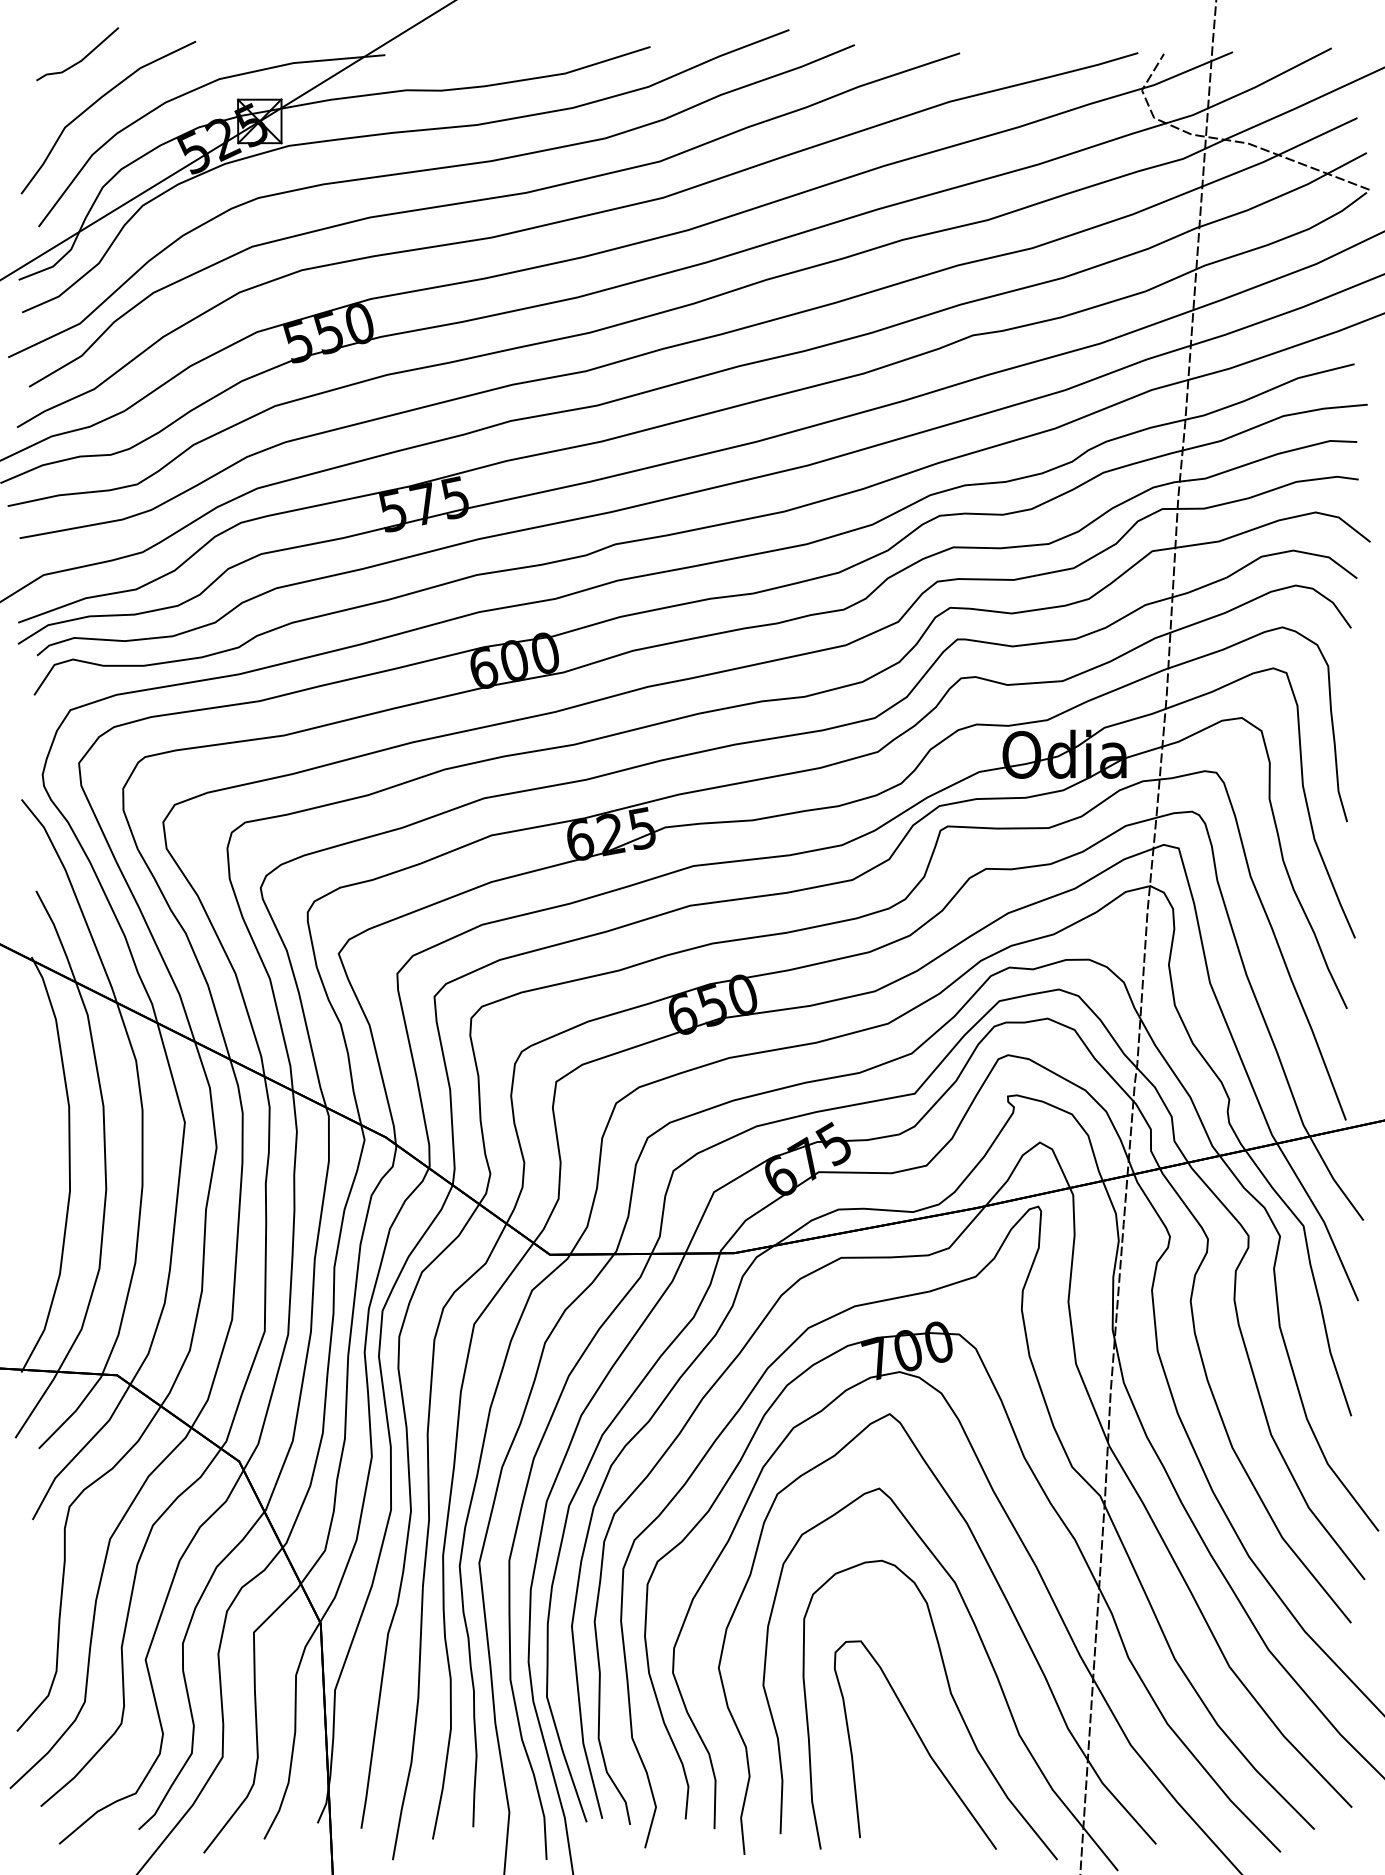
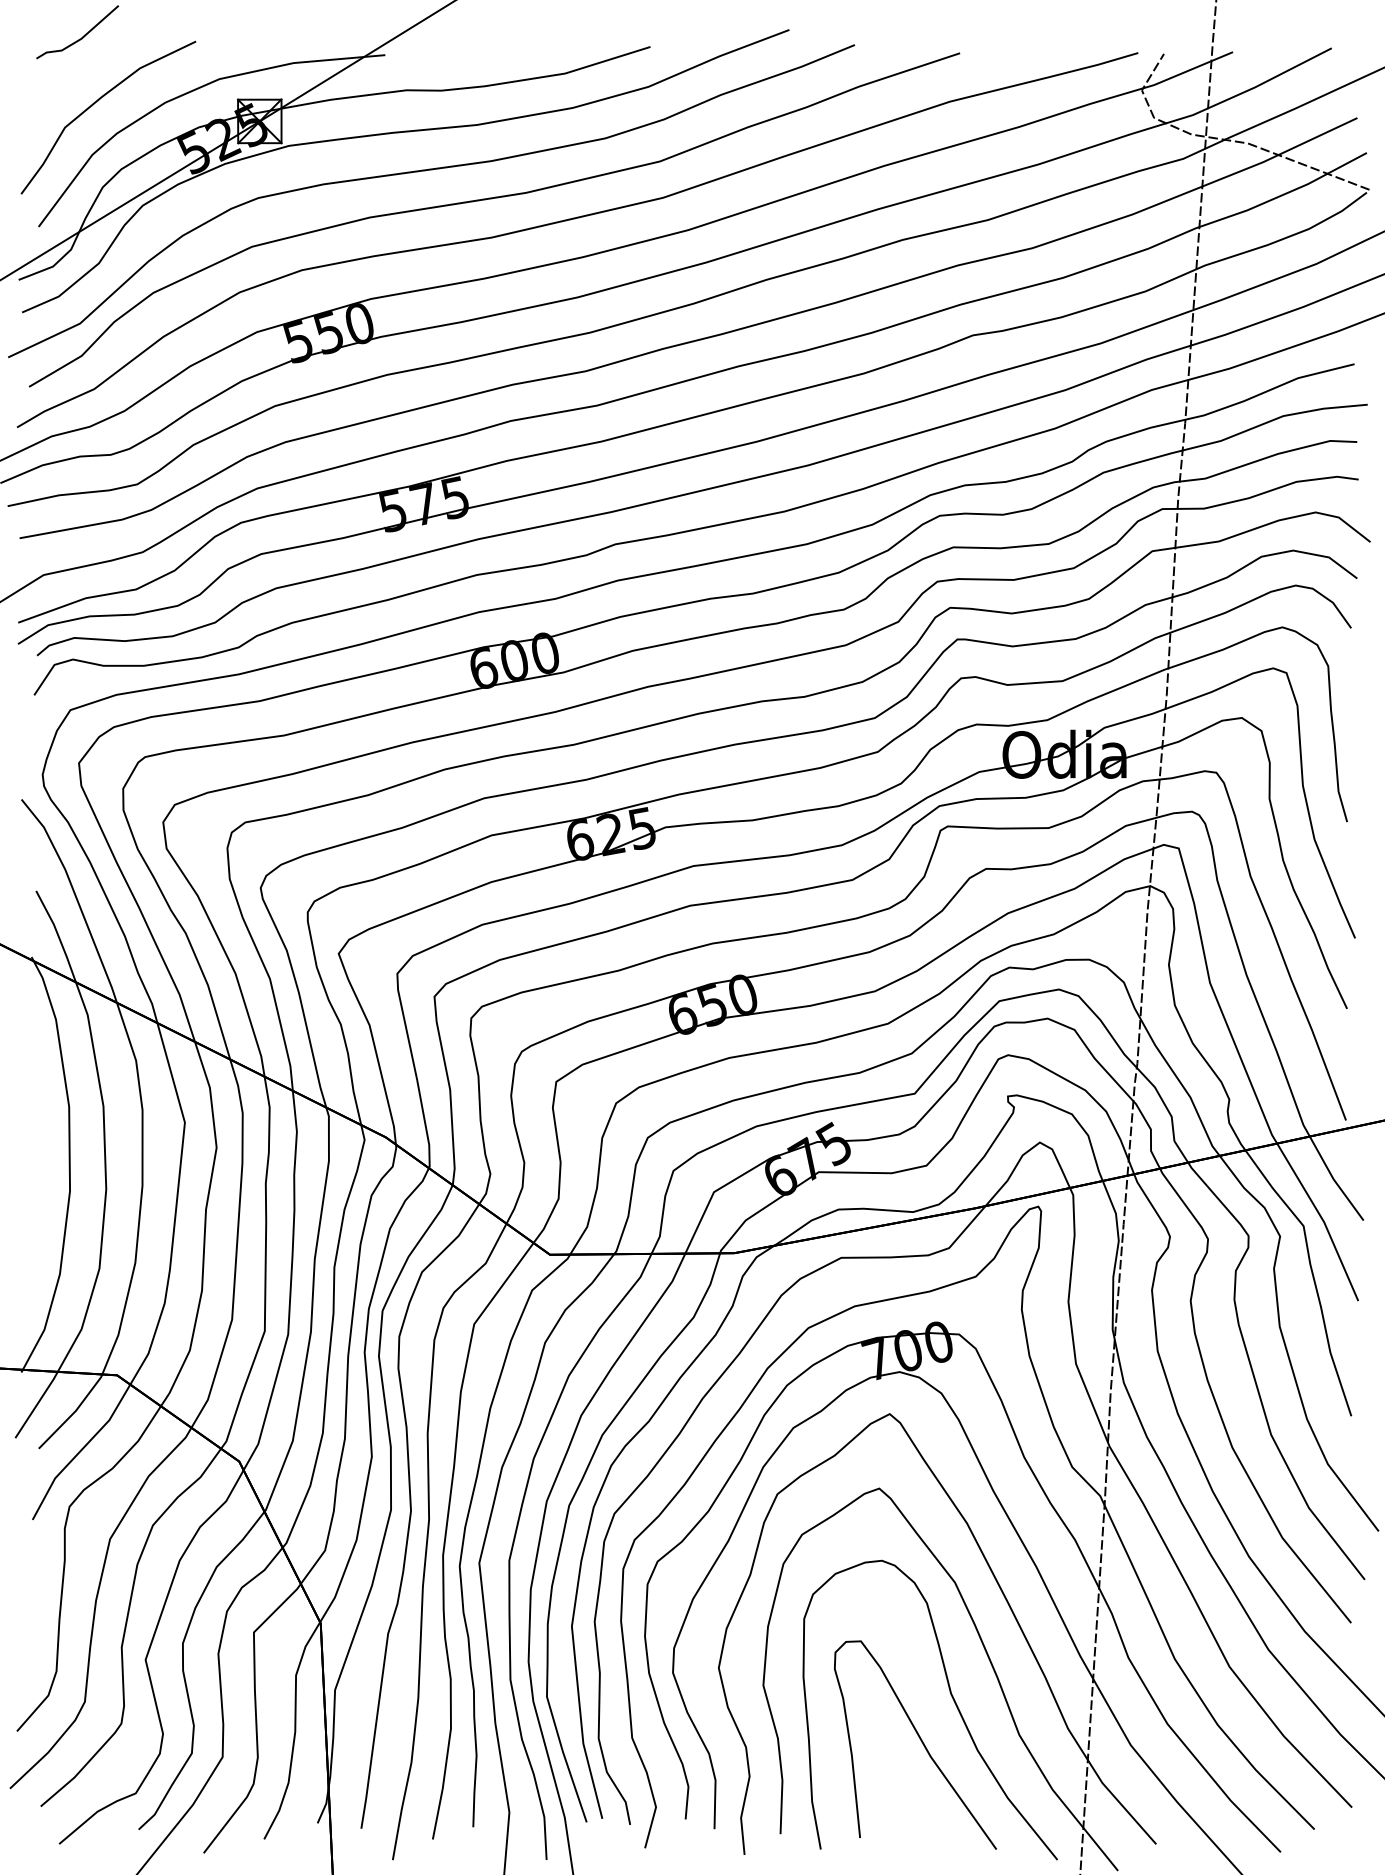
line at (79, 60) position: (79, 60) -> (79, 38)
